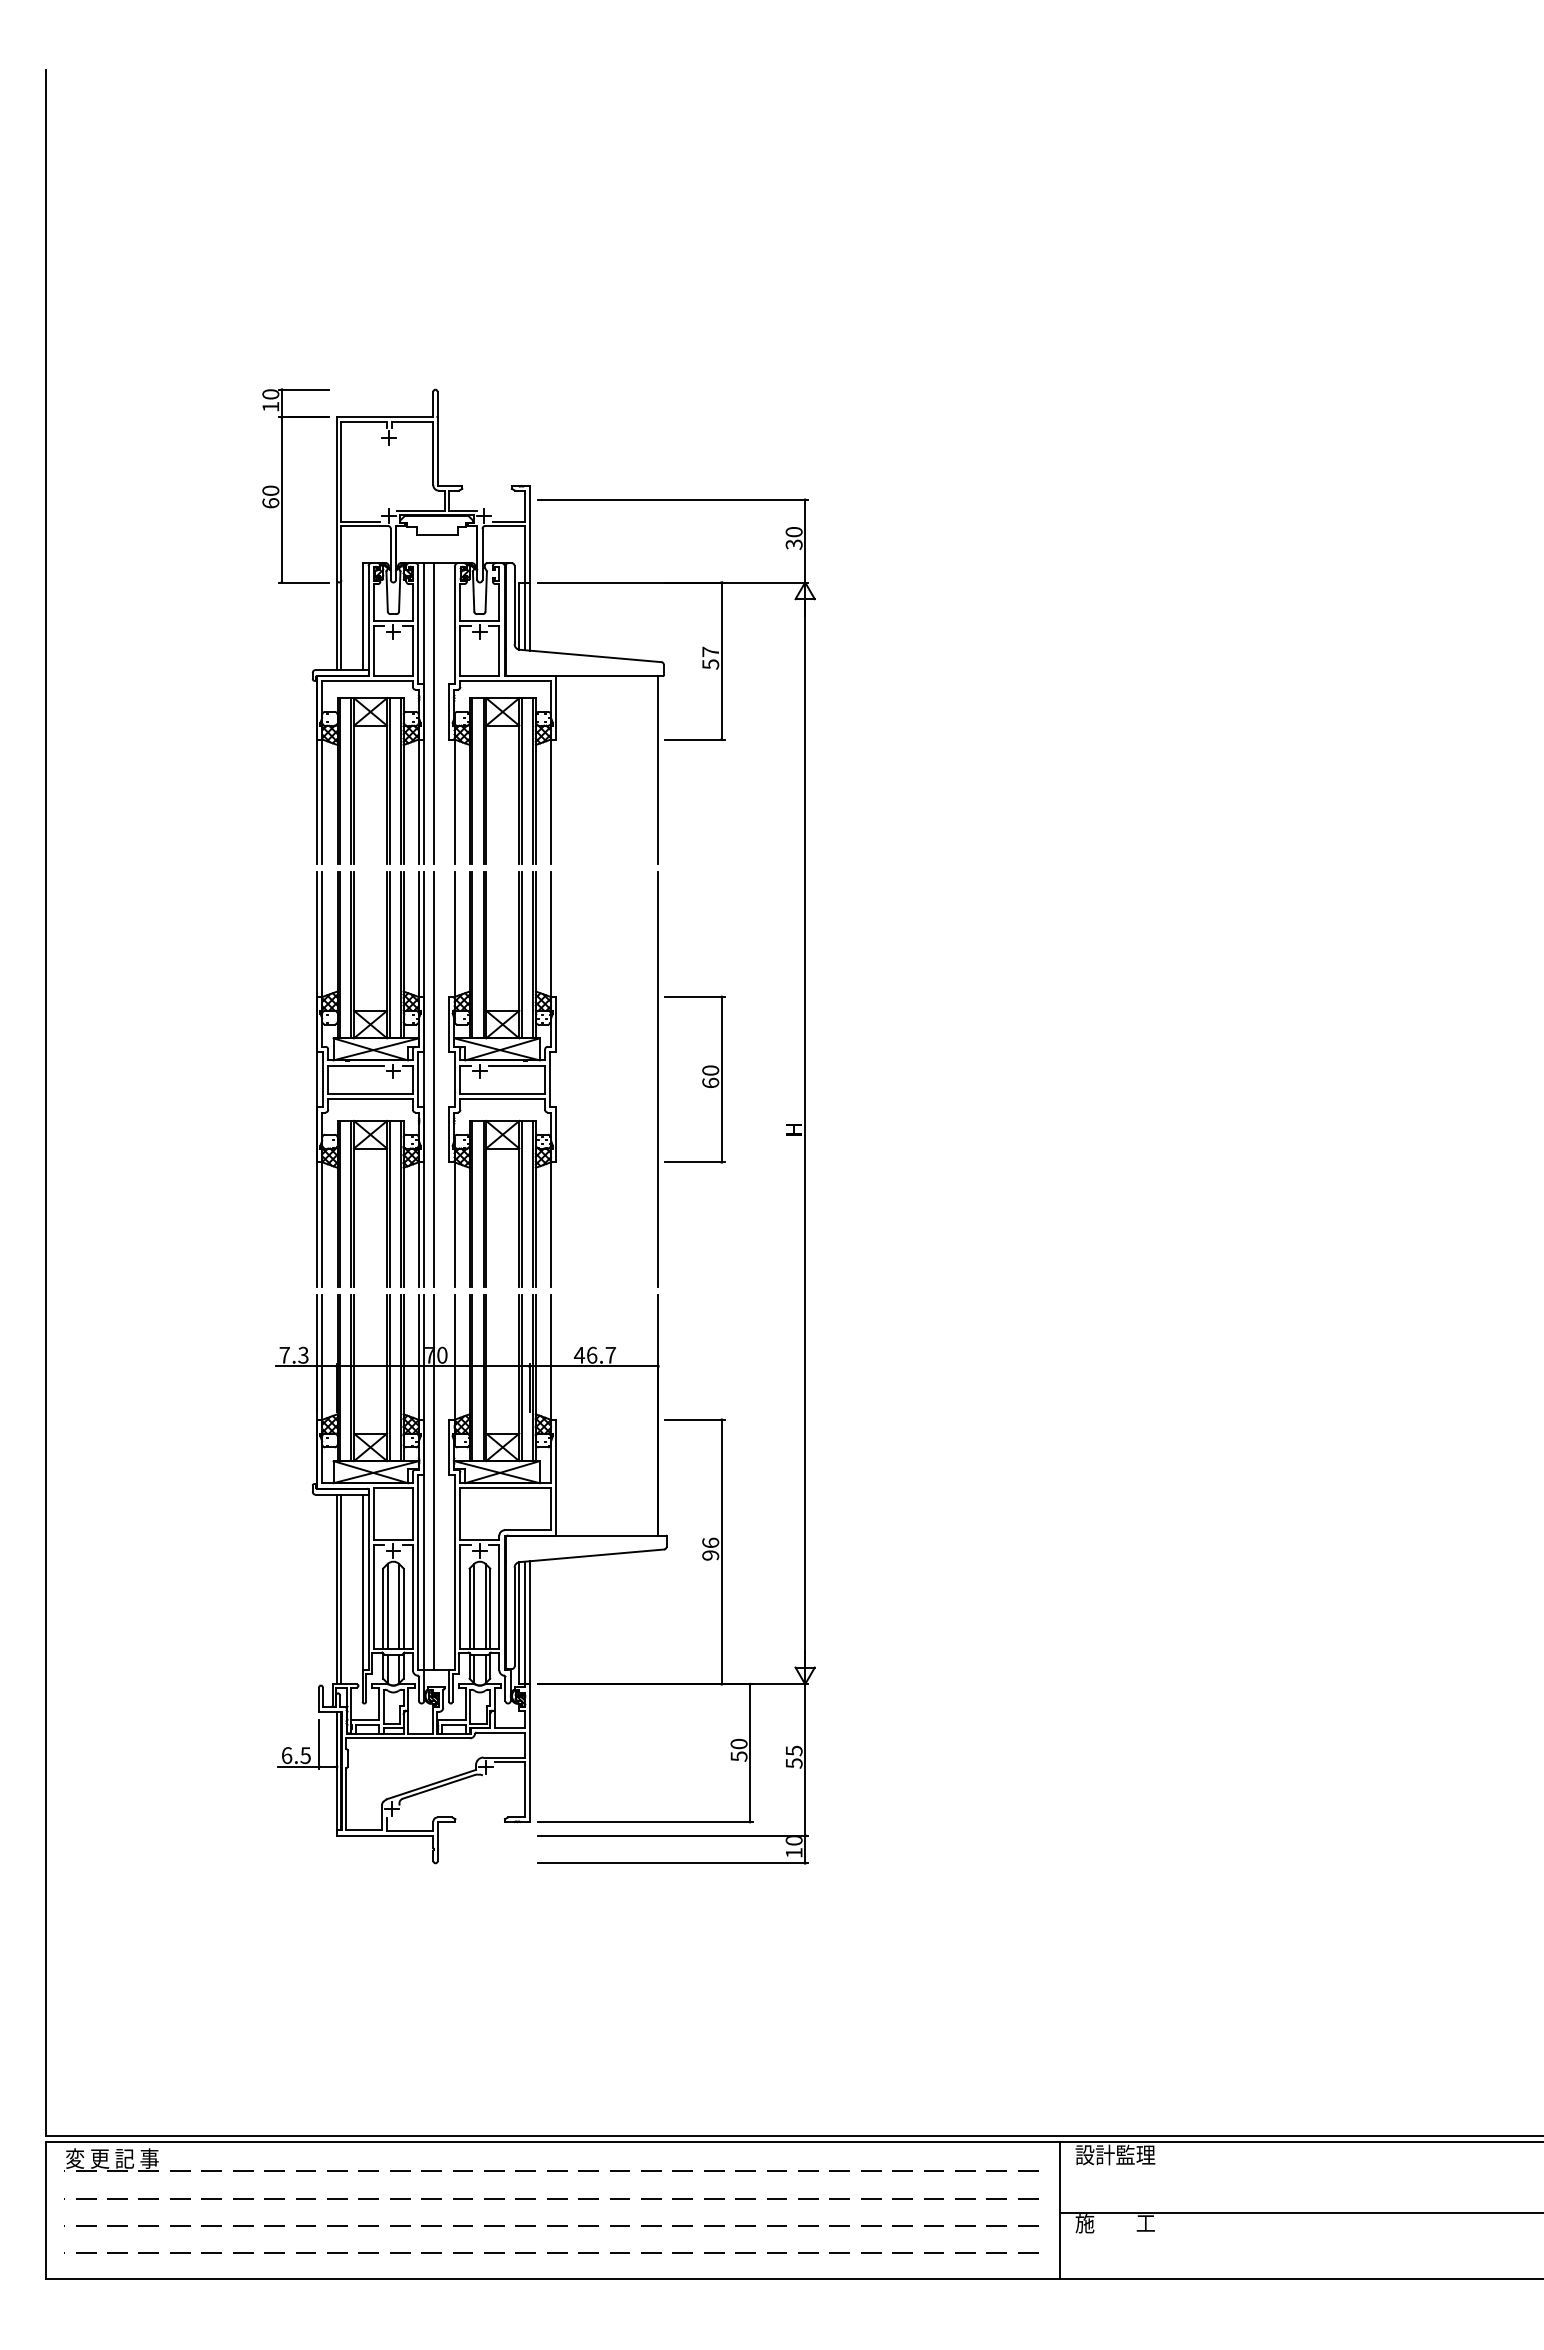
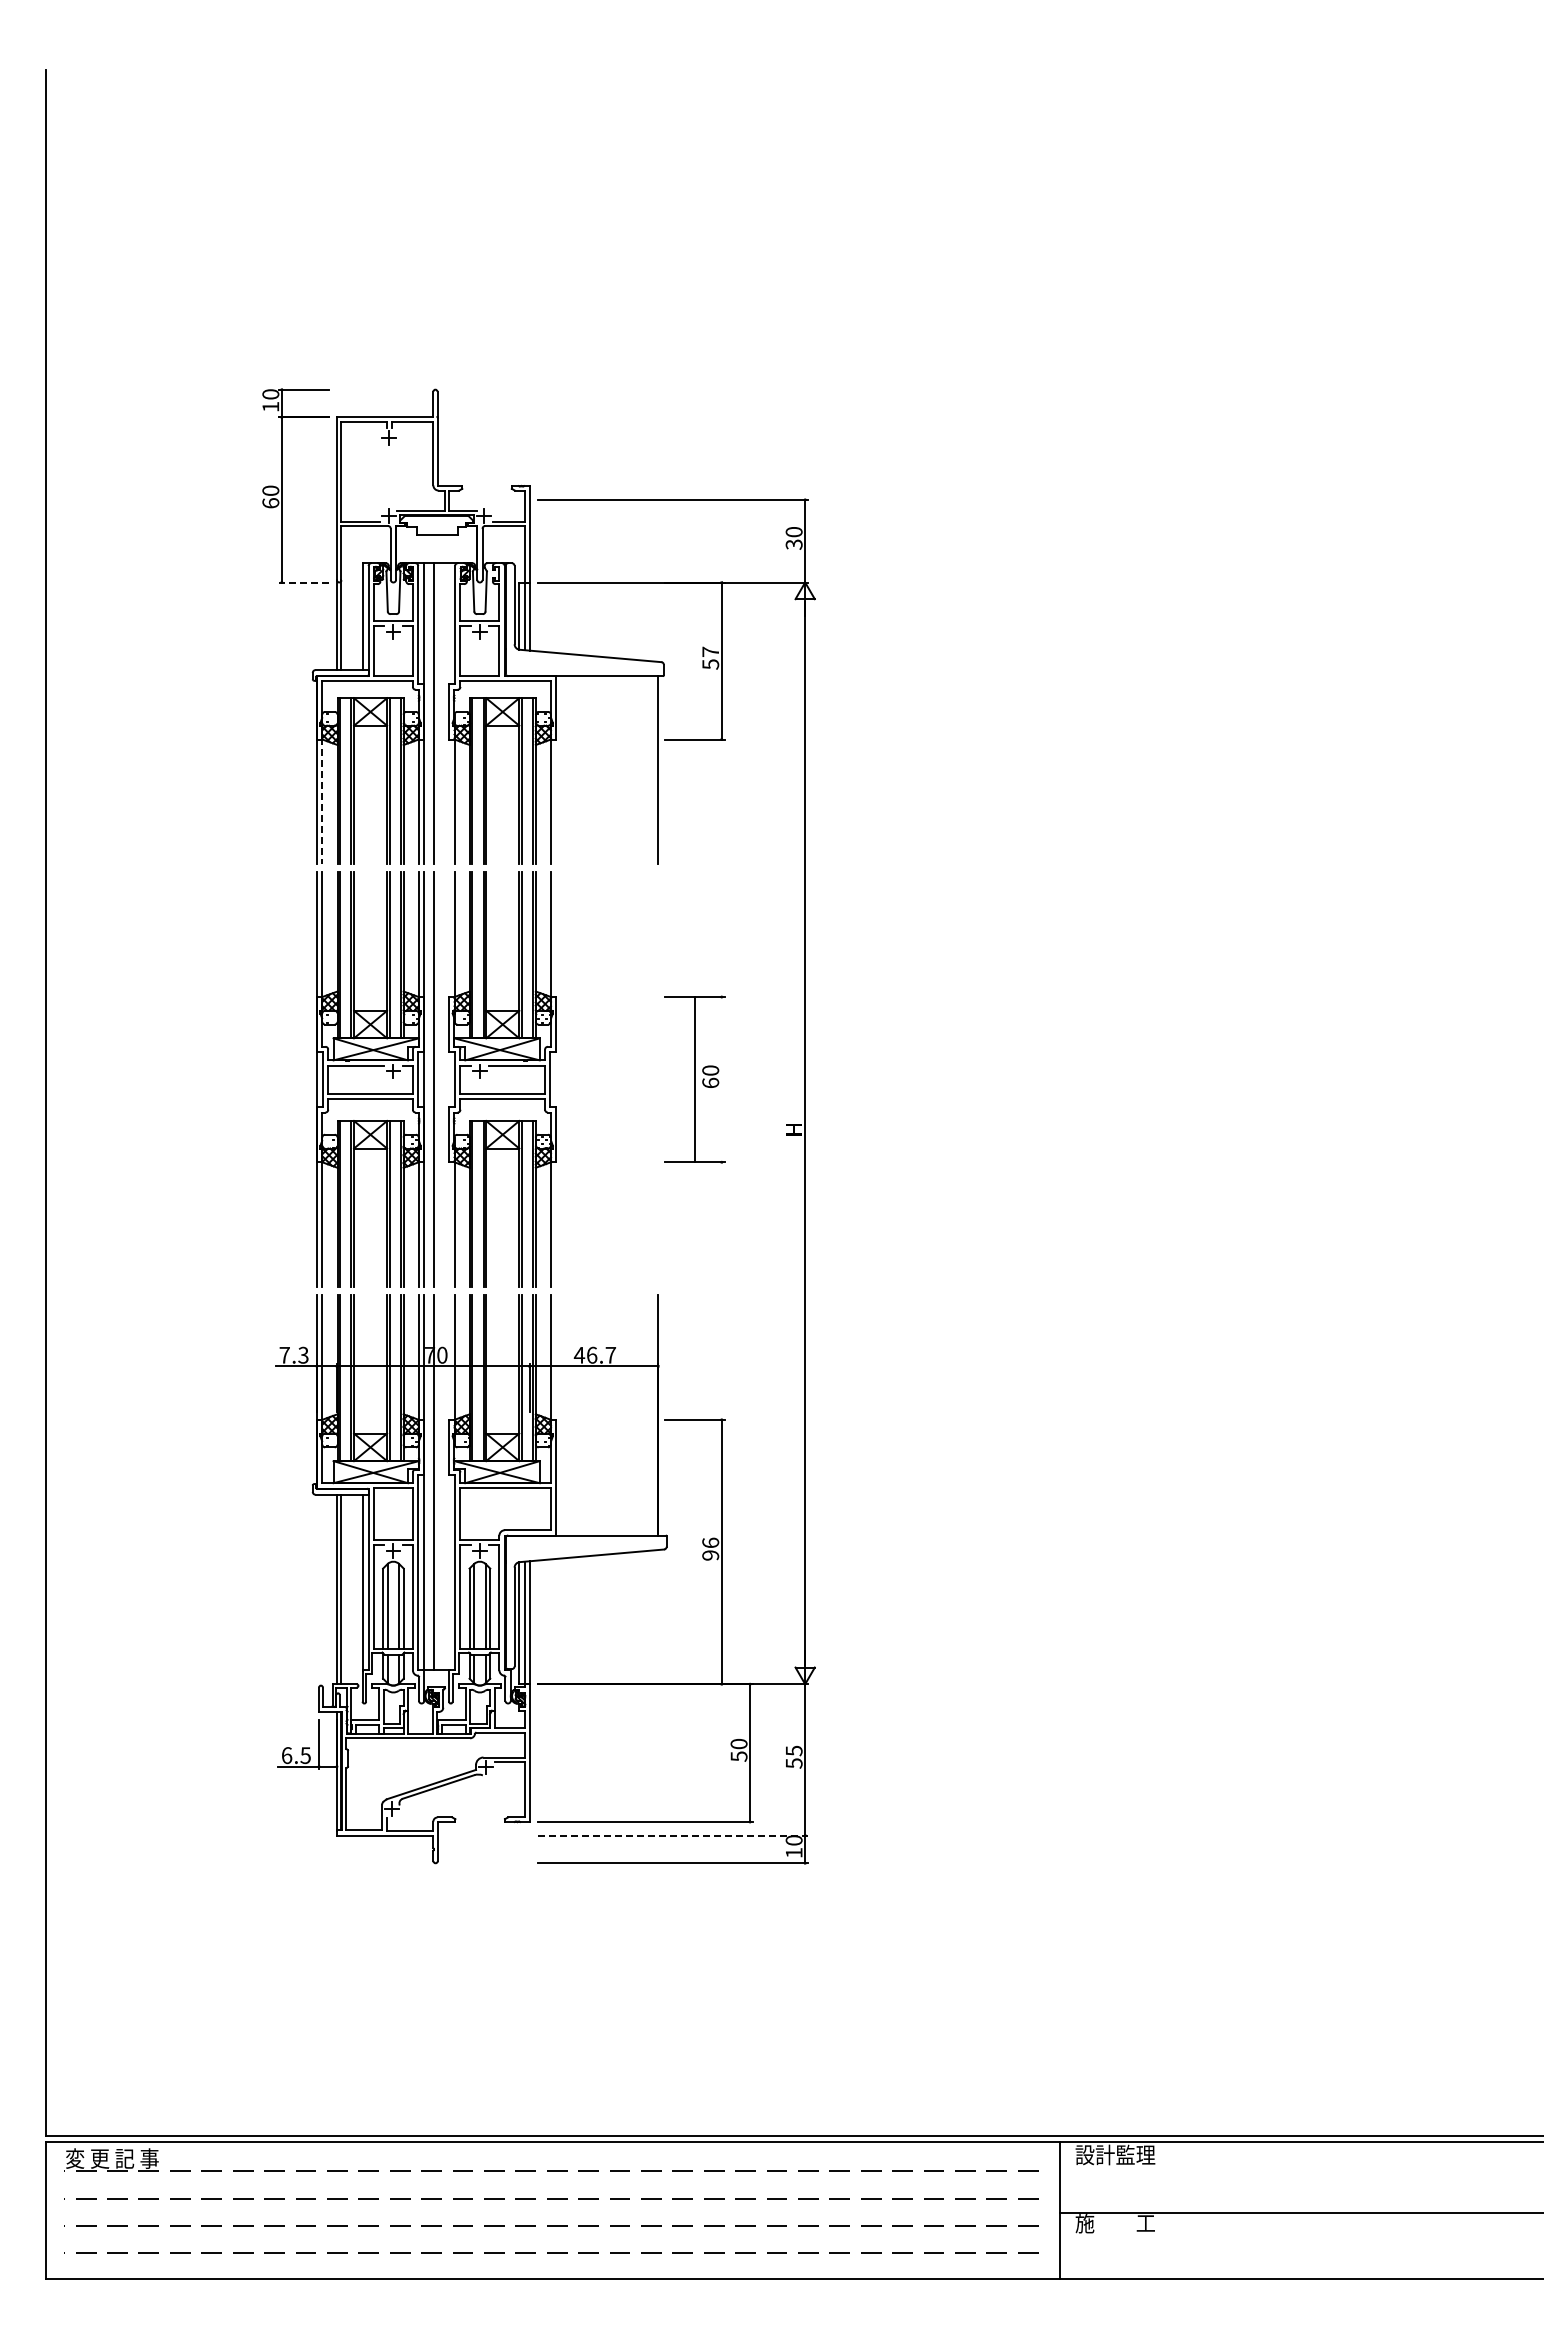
line at (303, 582): solid -> dashed
line at (322, 801): solid -> dashed
line at (658, 1079): present -> none
line at (721, 1079) position: (721, 1079) -> (694, 1079)
line at (672, 1835): solid -> dashed
